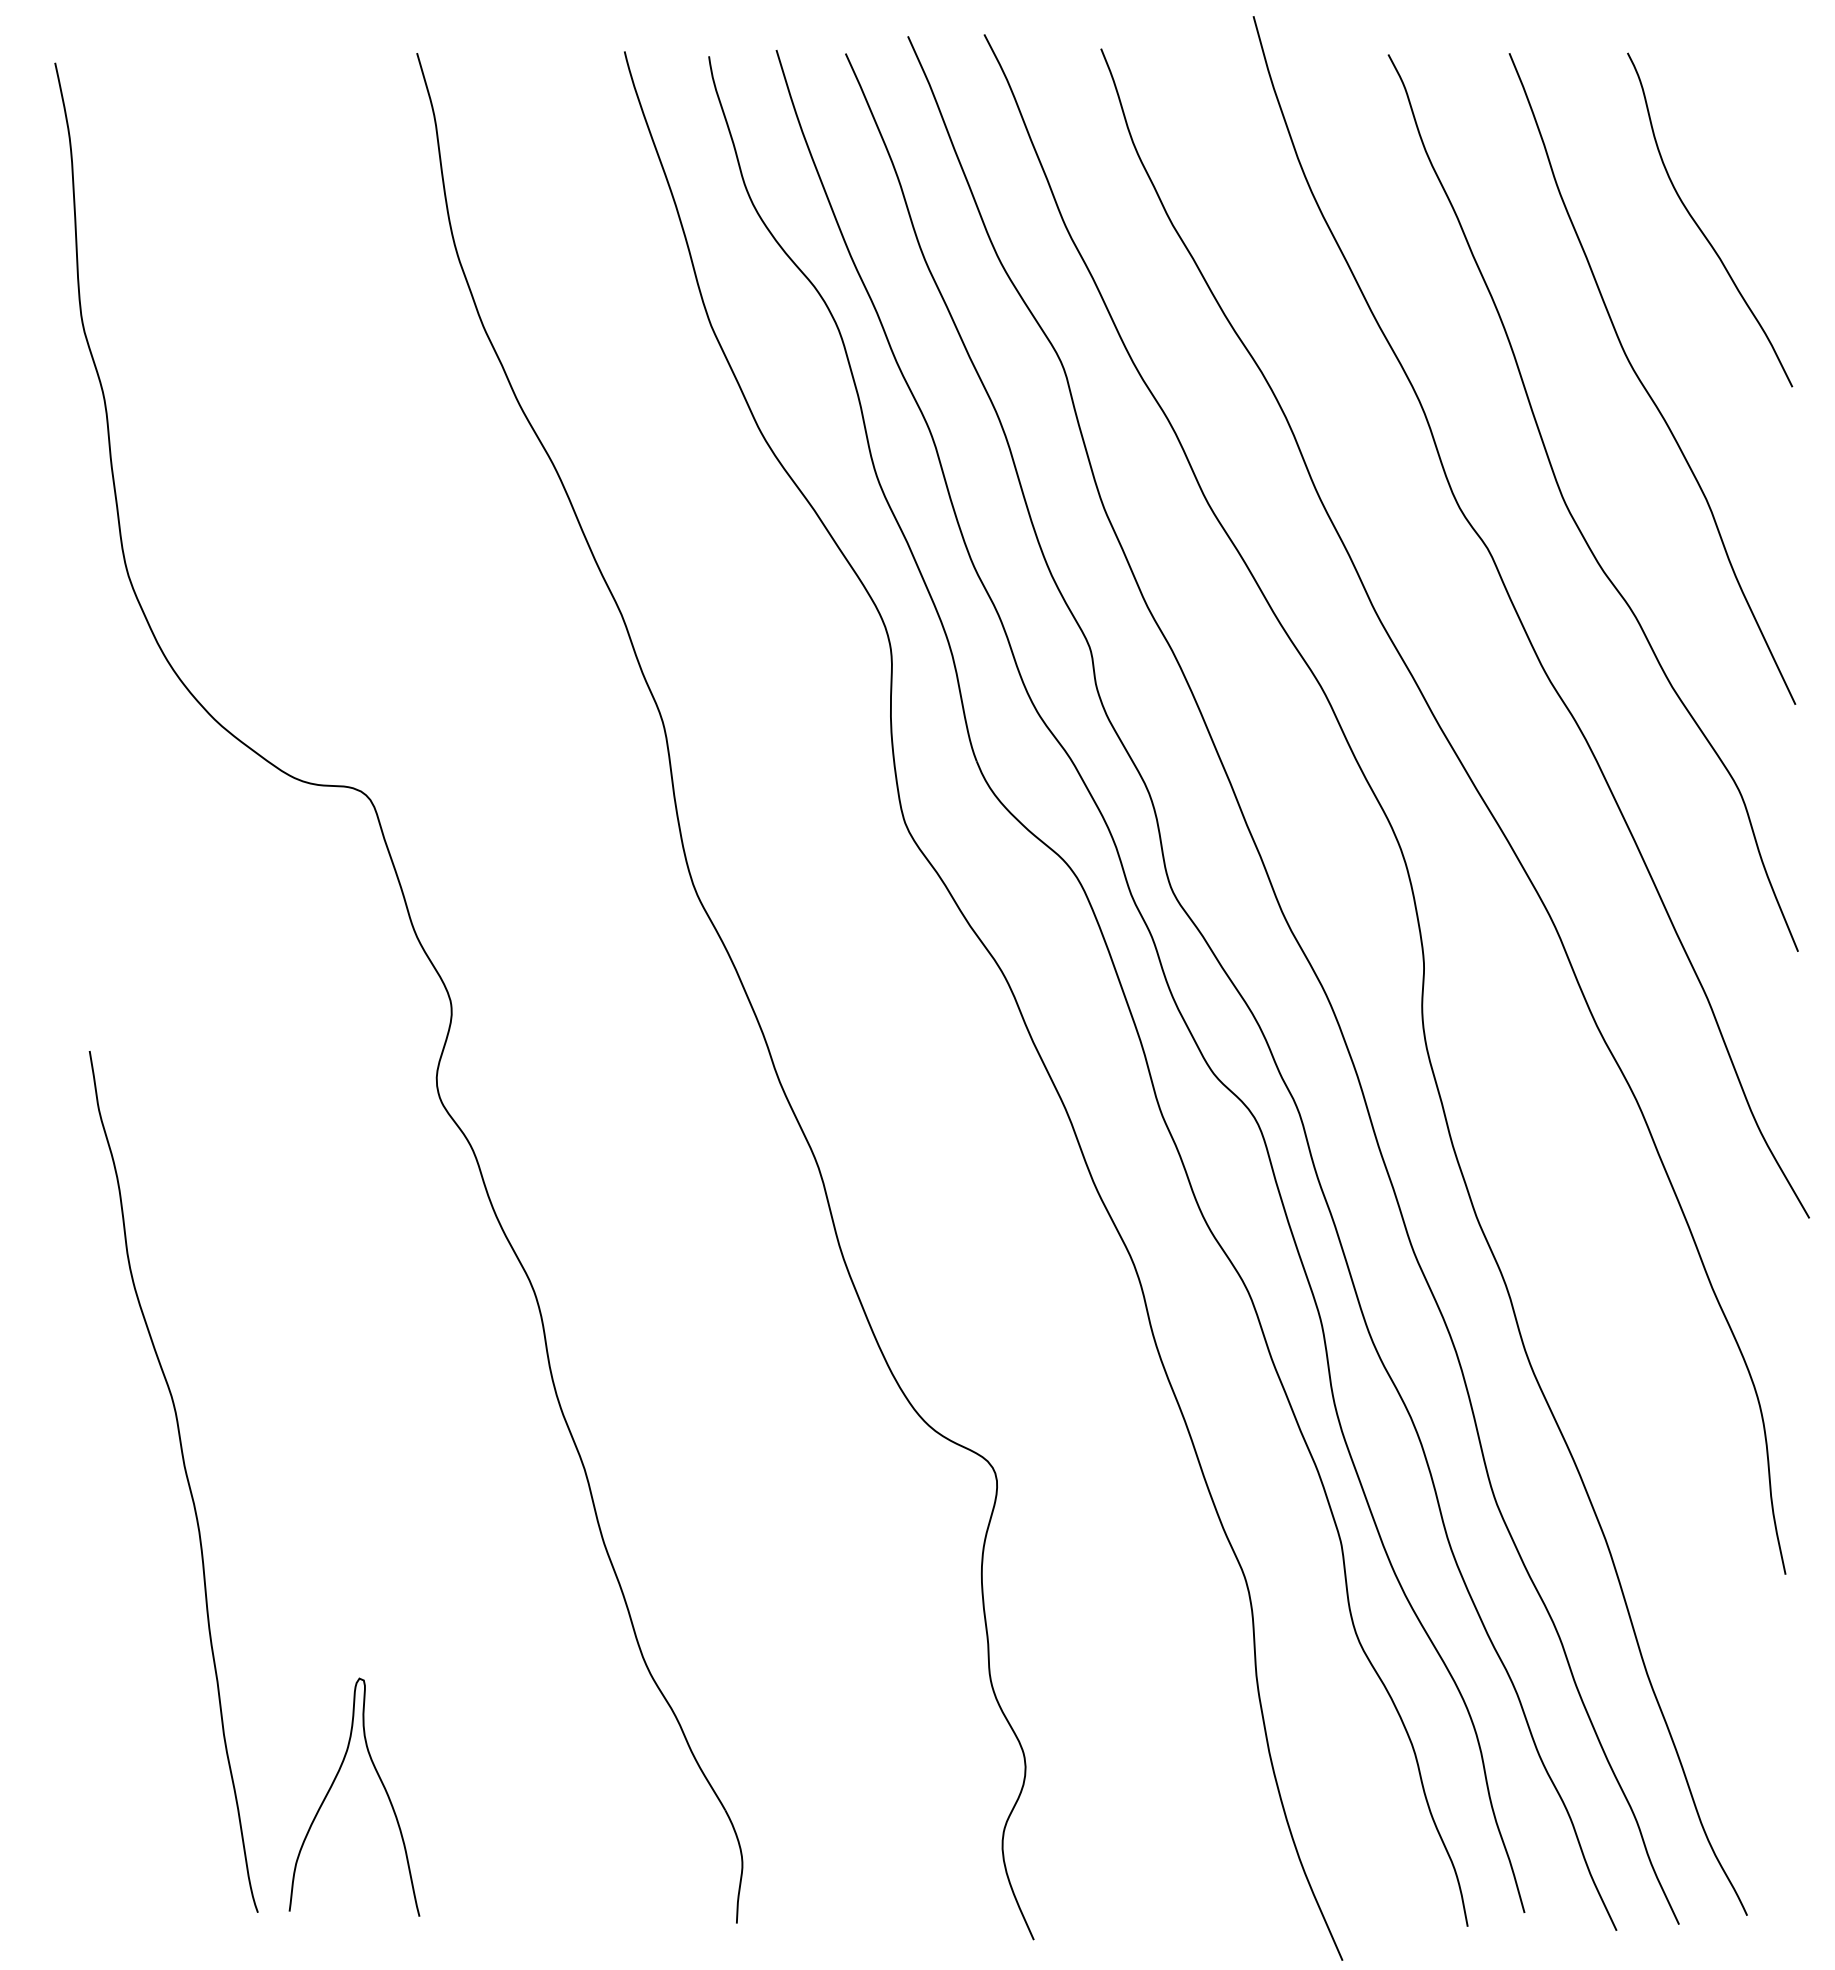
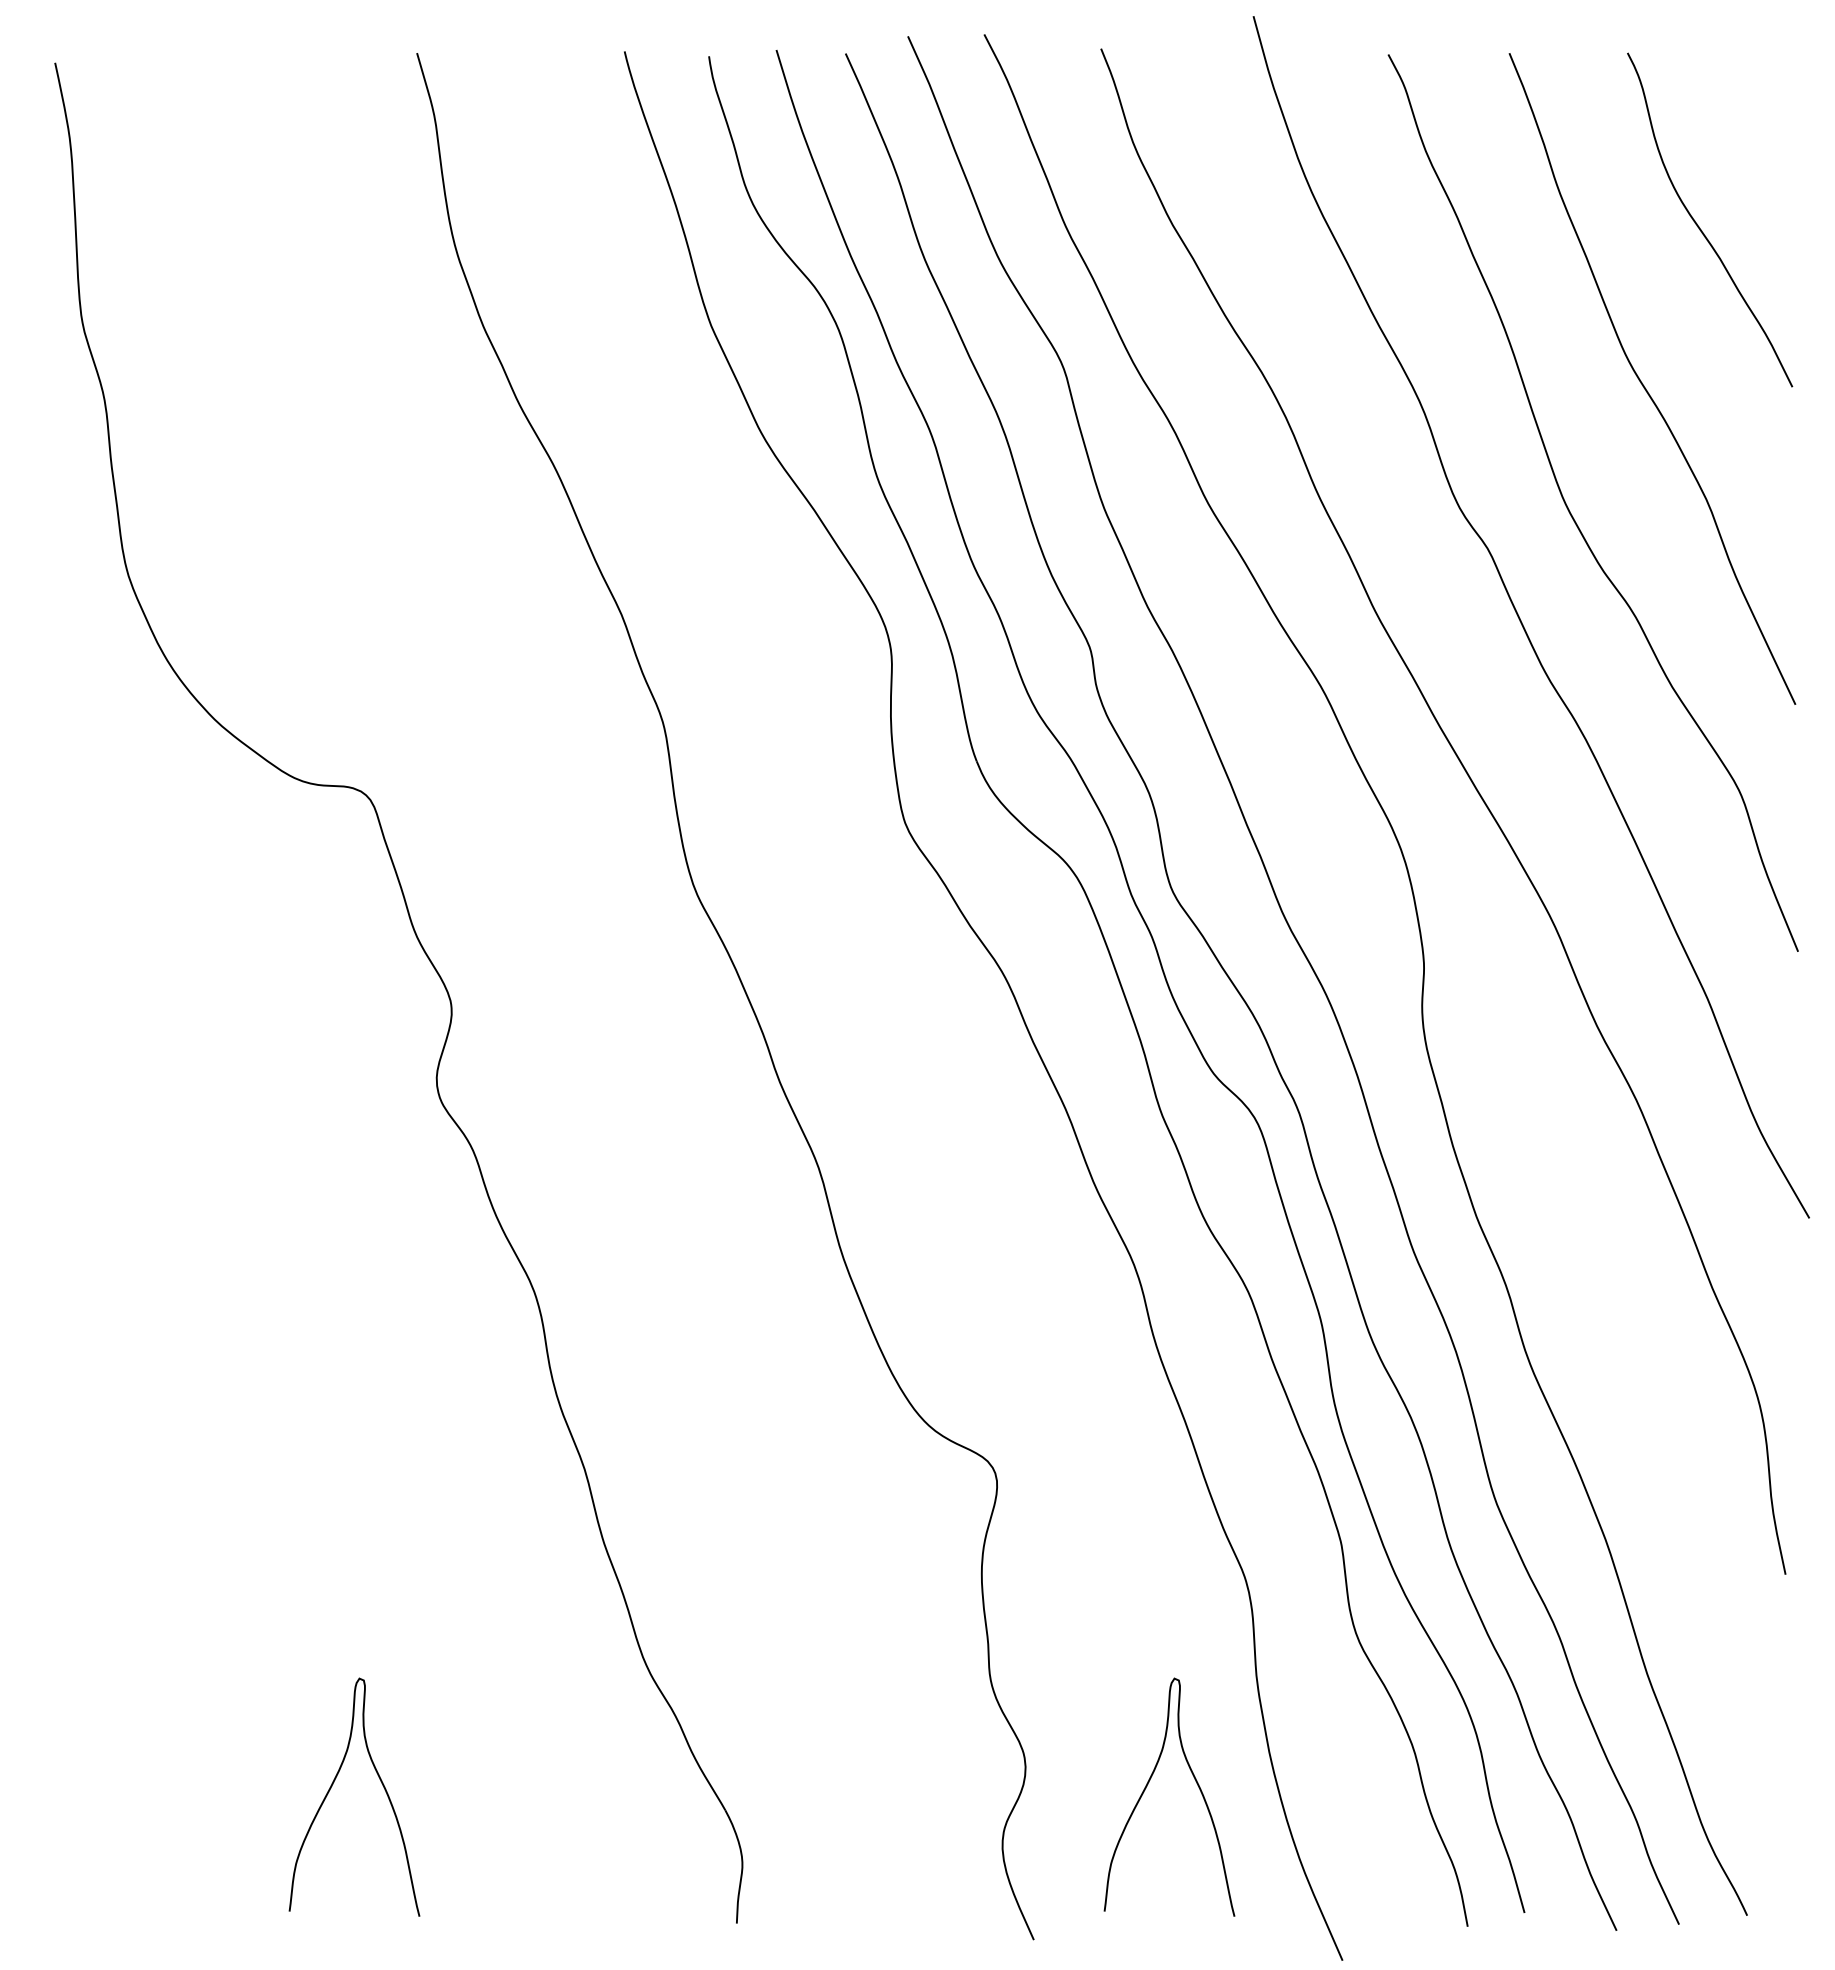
curve at (186, 1479): present -> none
curve at (1147, 1786): none -> present
